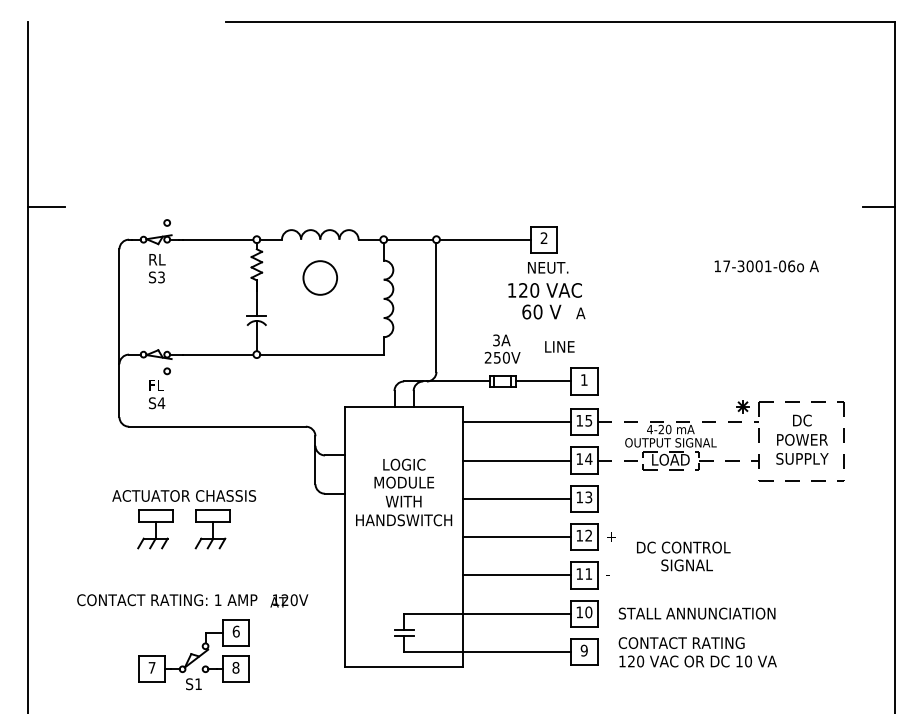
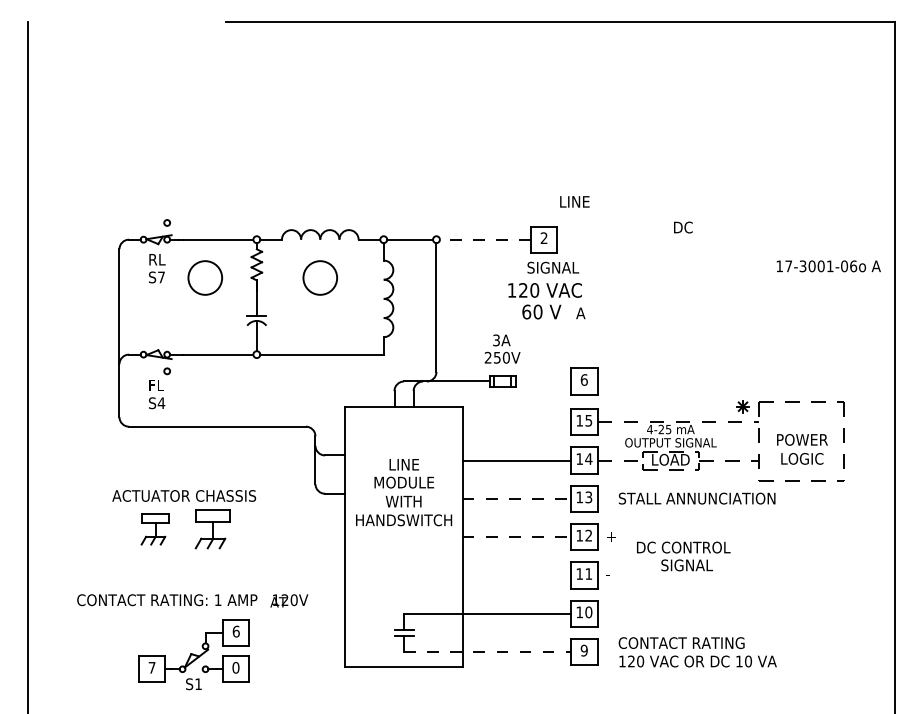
line at (45, 207): present -> none
line at (878, 207): present -> none
line at (485, 239): solid -> dashed
text at (766, 266) position: (766, 266) -> (828, 266)
text at (553, 267): NEUT. -> SIGNAL
text at (161, 277): S3 -> S7
circle at (204, 277): none -> present
text at (559, 346) position: (559, 346) -> (574, 201)
text at (583, 379): 1 -> 6
line at (543, 381): present -> none
text at (802, 420) position: (802, 420) -> (683, 227)
line at (516, 422): present -> none
text at (668, 429): 4-20 -> 4-25
text at (802, 458): SUPPLY -> LOGIC
text at (404, 464): LOGIC -> LINE
line at (517, 498): solid -> dashed
part at (155, 529) size: 37x41 px -> 30x33 px
line at (517, 537): solid -> dashed
line at (516, 575): present -> none
text at (697, 613) position: (697, 613) -> (697, 498)
line at (487, 652): solid -> dashed
text at (235, 667): 8 -> 0
